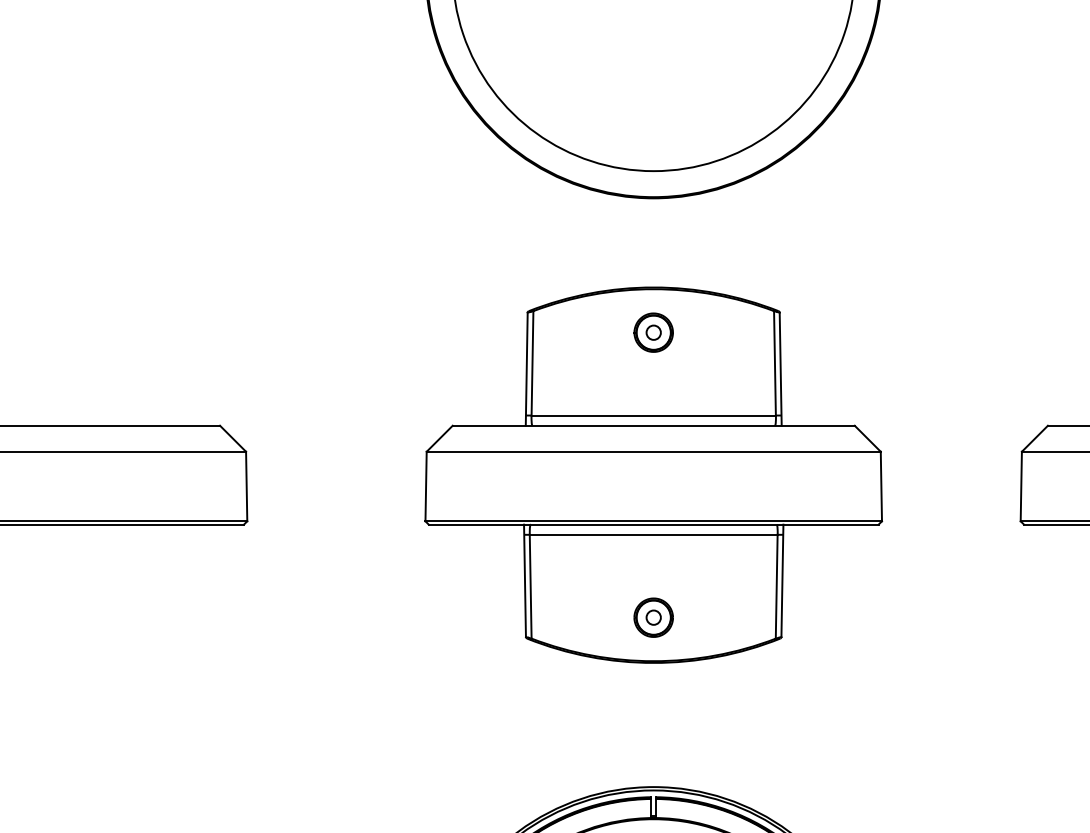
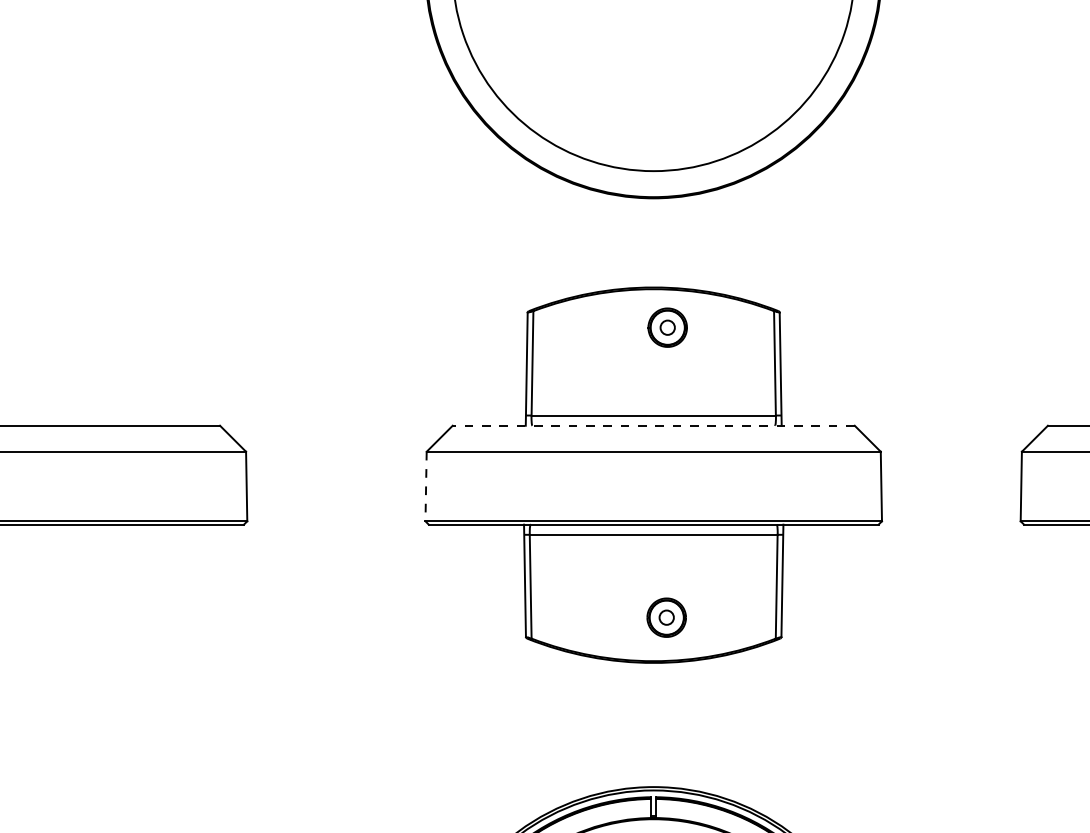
part at (653, 332) position: (653, 332) -> (667, 327)
line at (653, 425): solid -> dashed
line at (426, 486): solid -> dashed
part at (653, 617) position: (653, 617) -> (666, 617)
